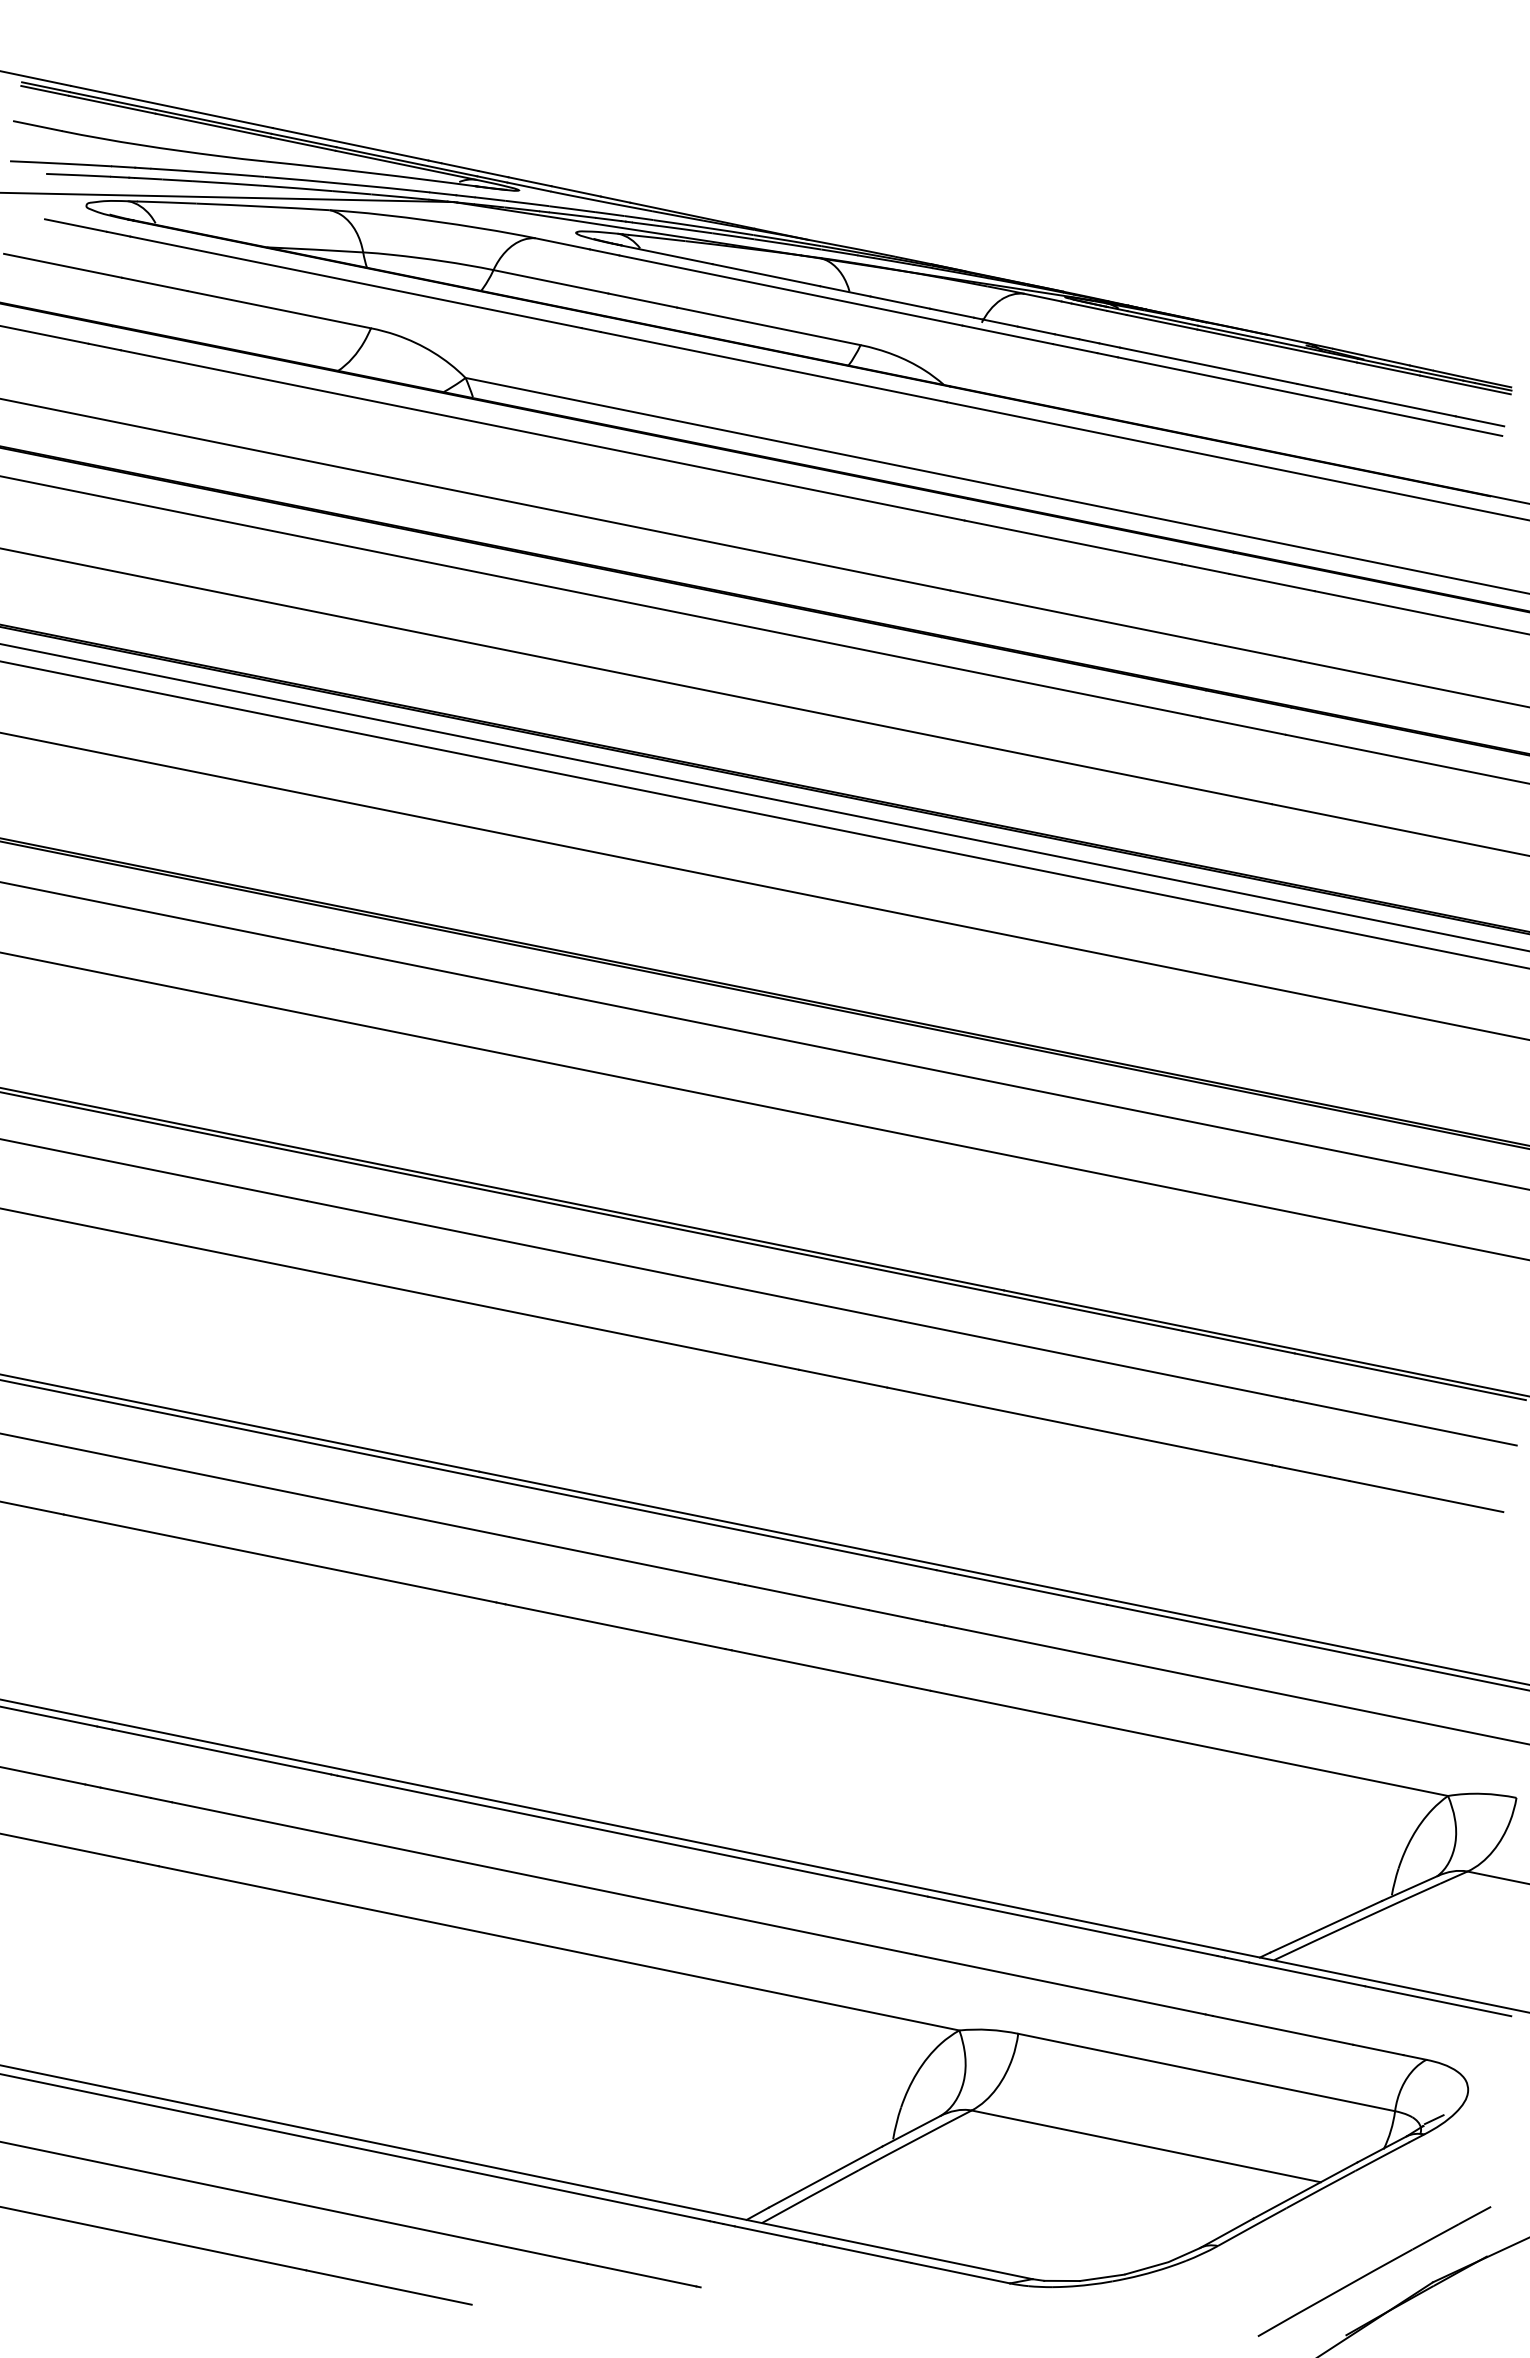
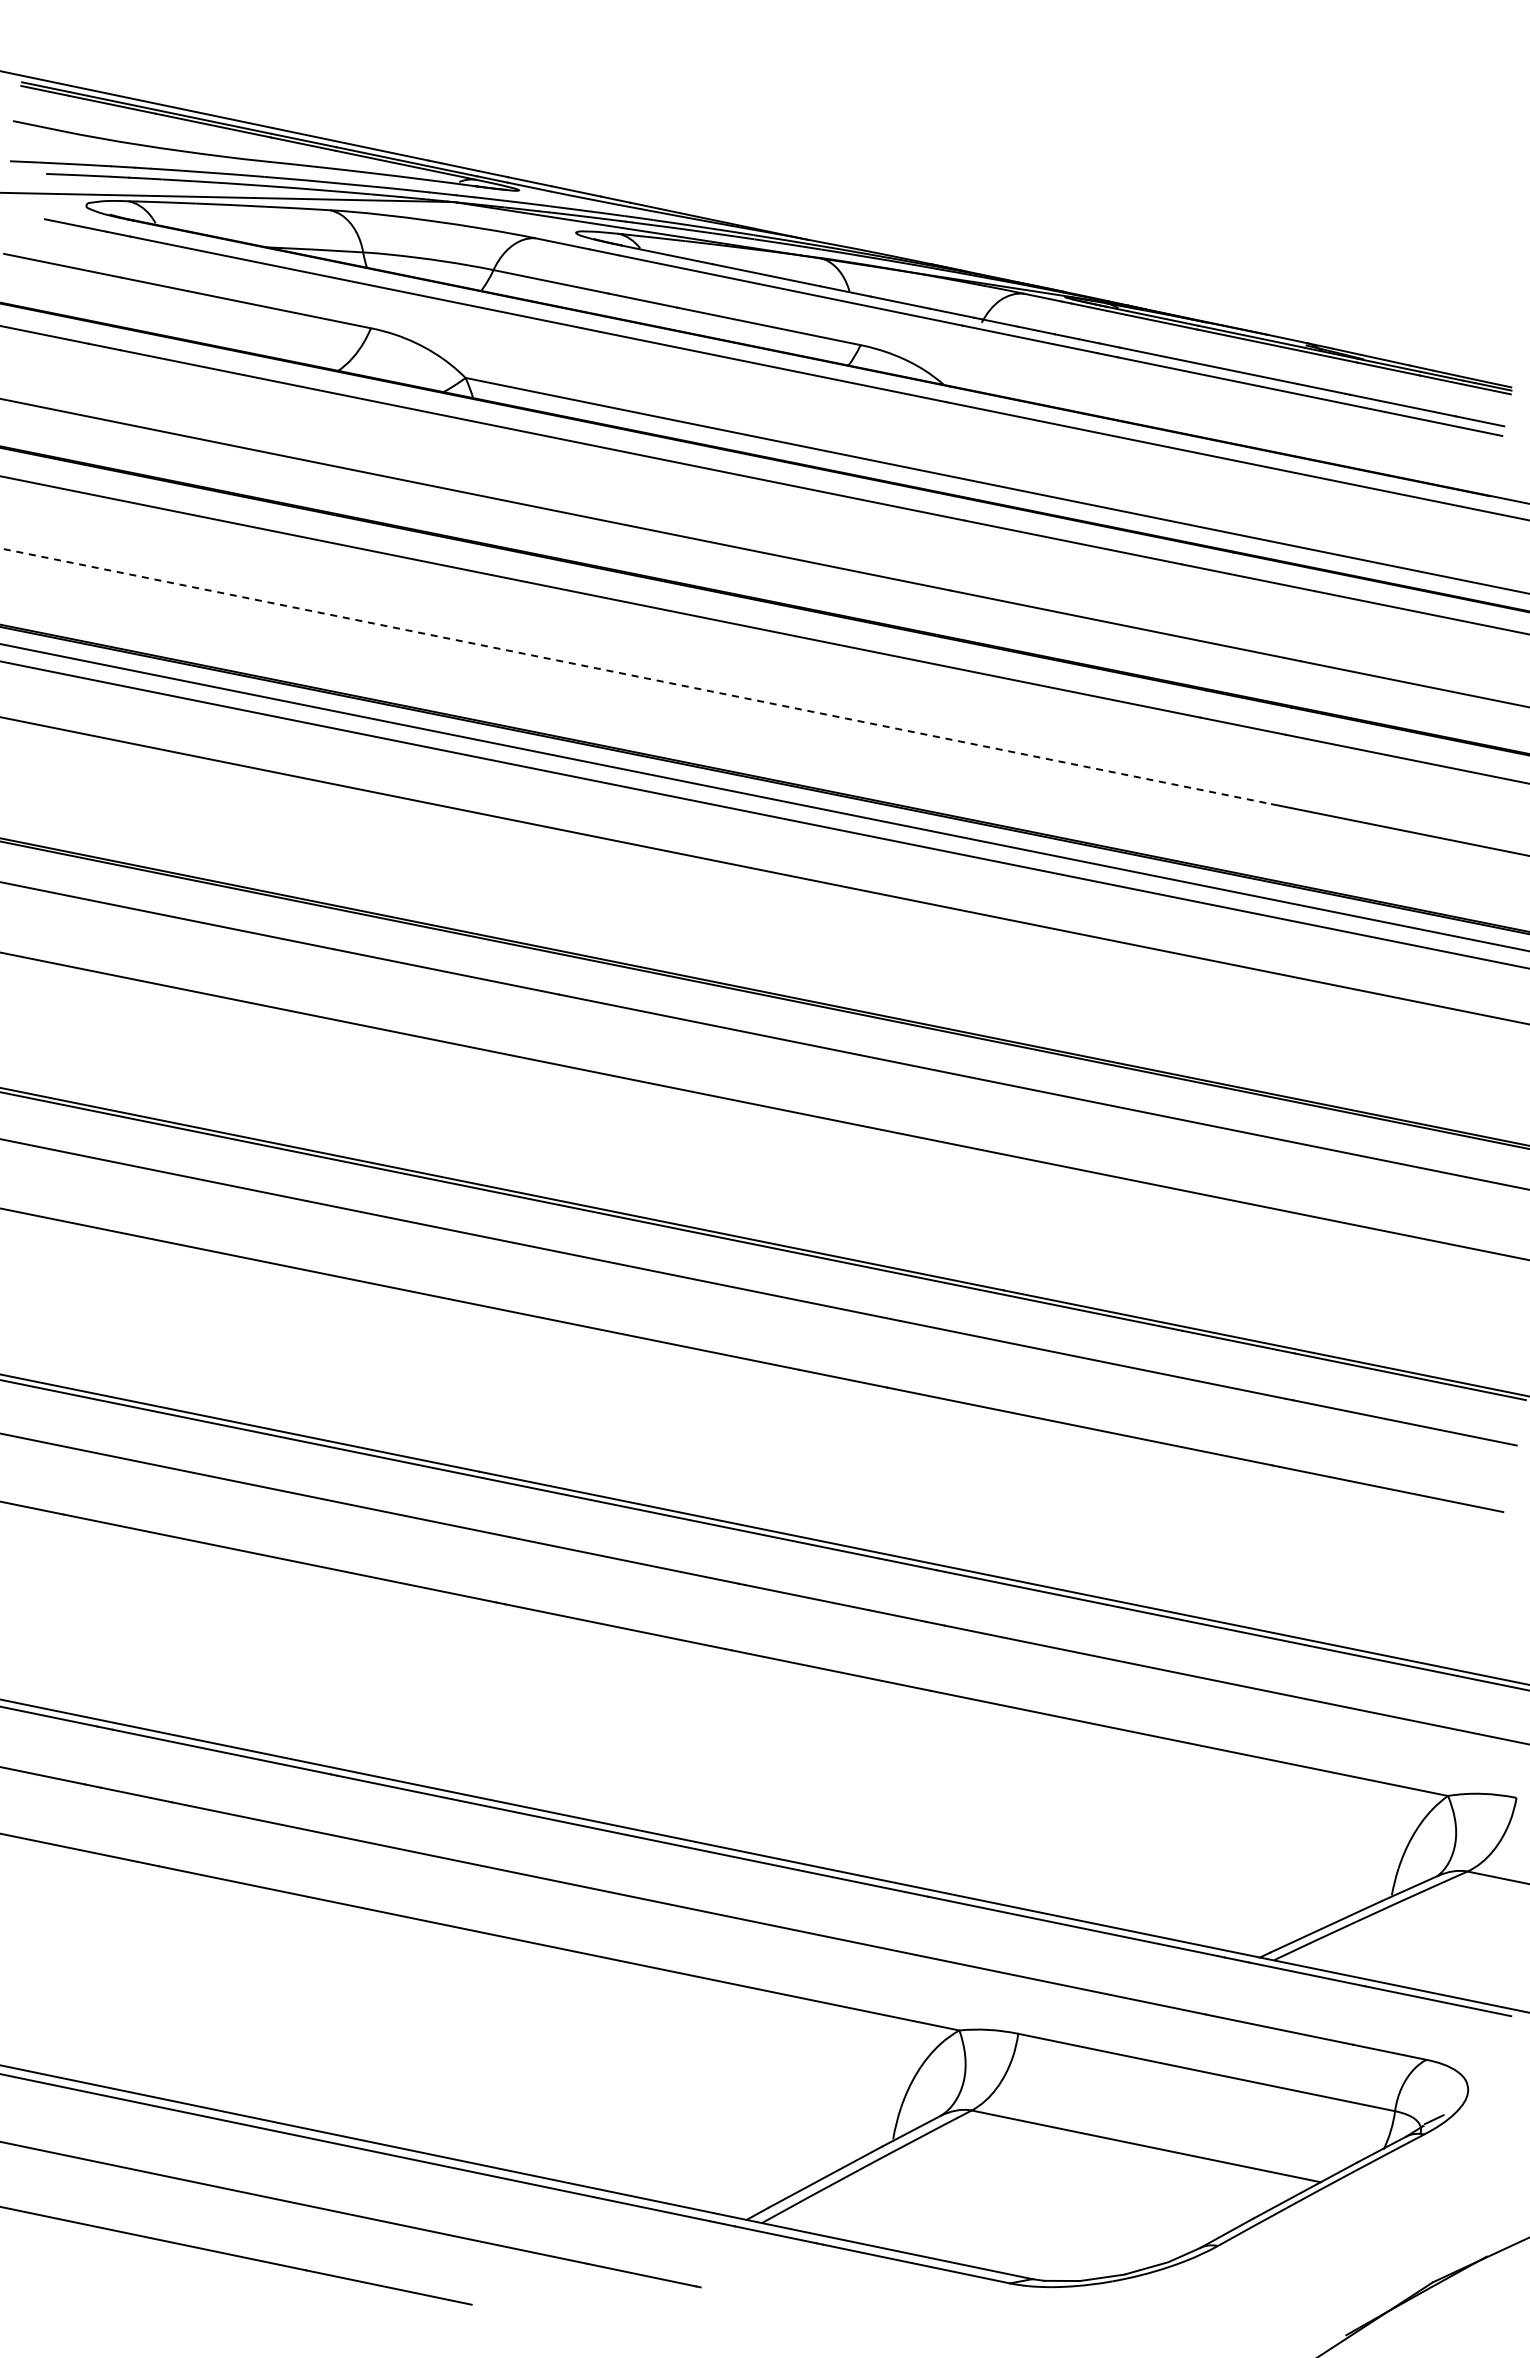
line at (636, 676): solid -> dashed
line at (764, 886) position: (764, 886) -> (764, 870)
part at (1374, 2271): present -> none
